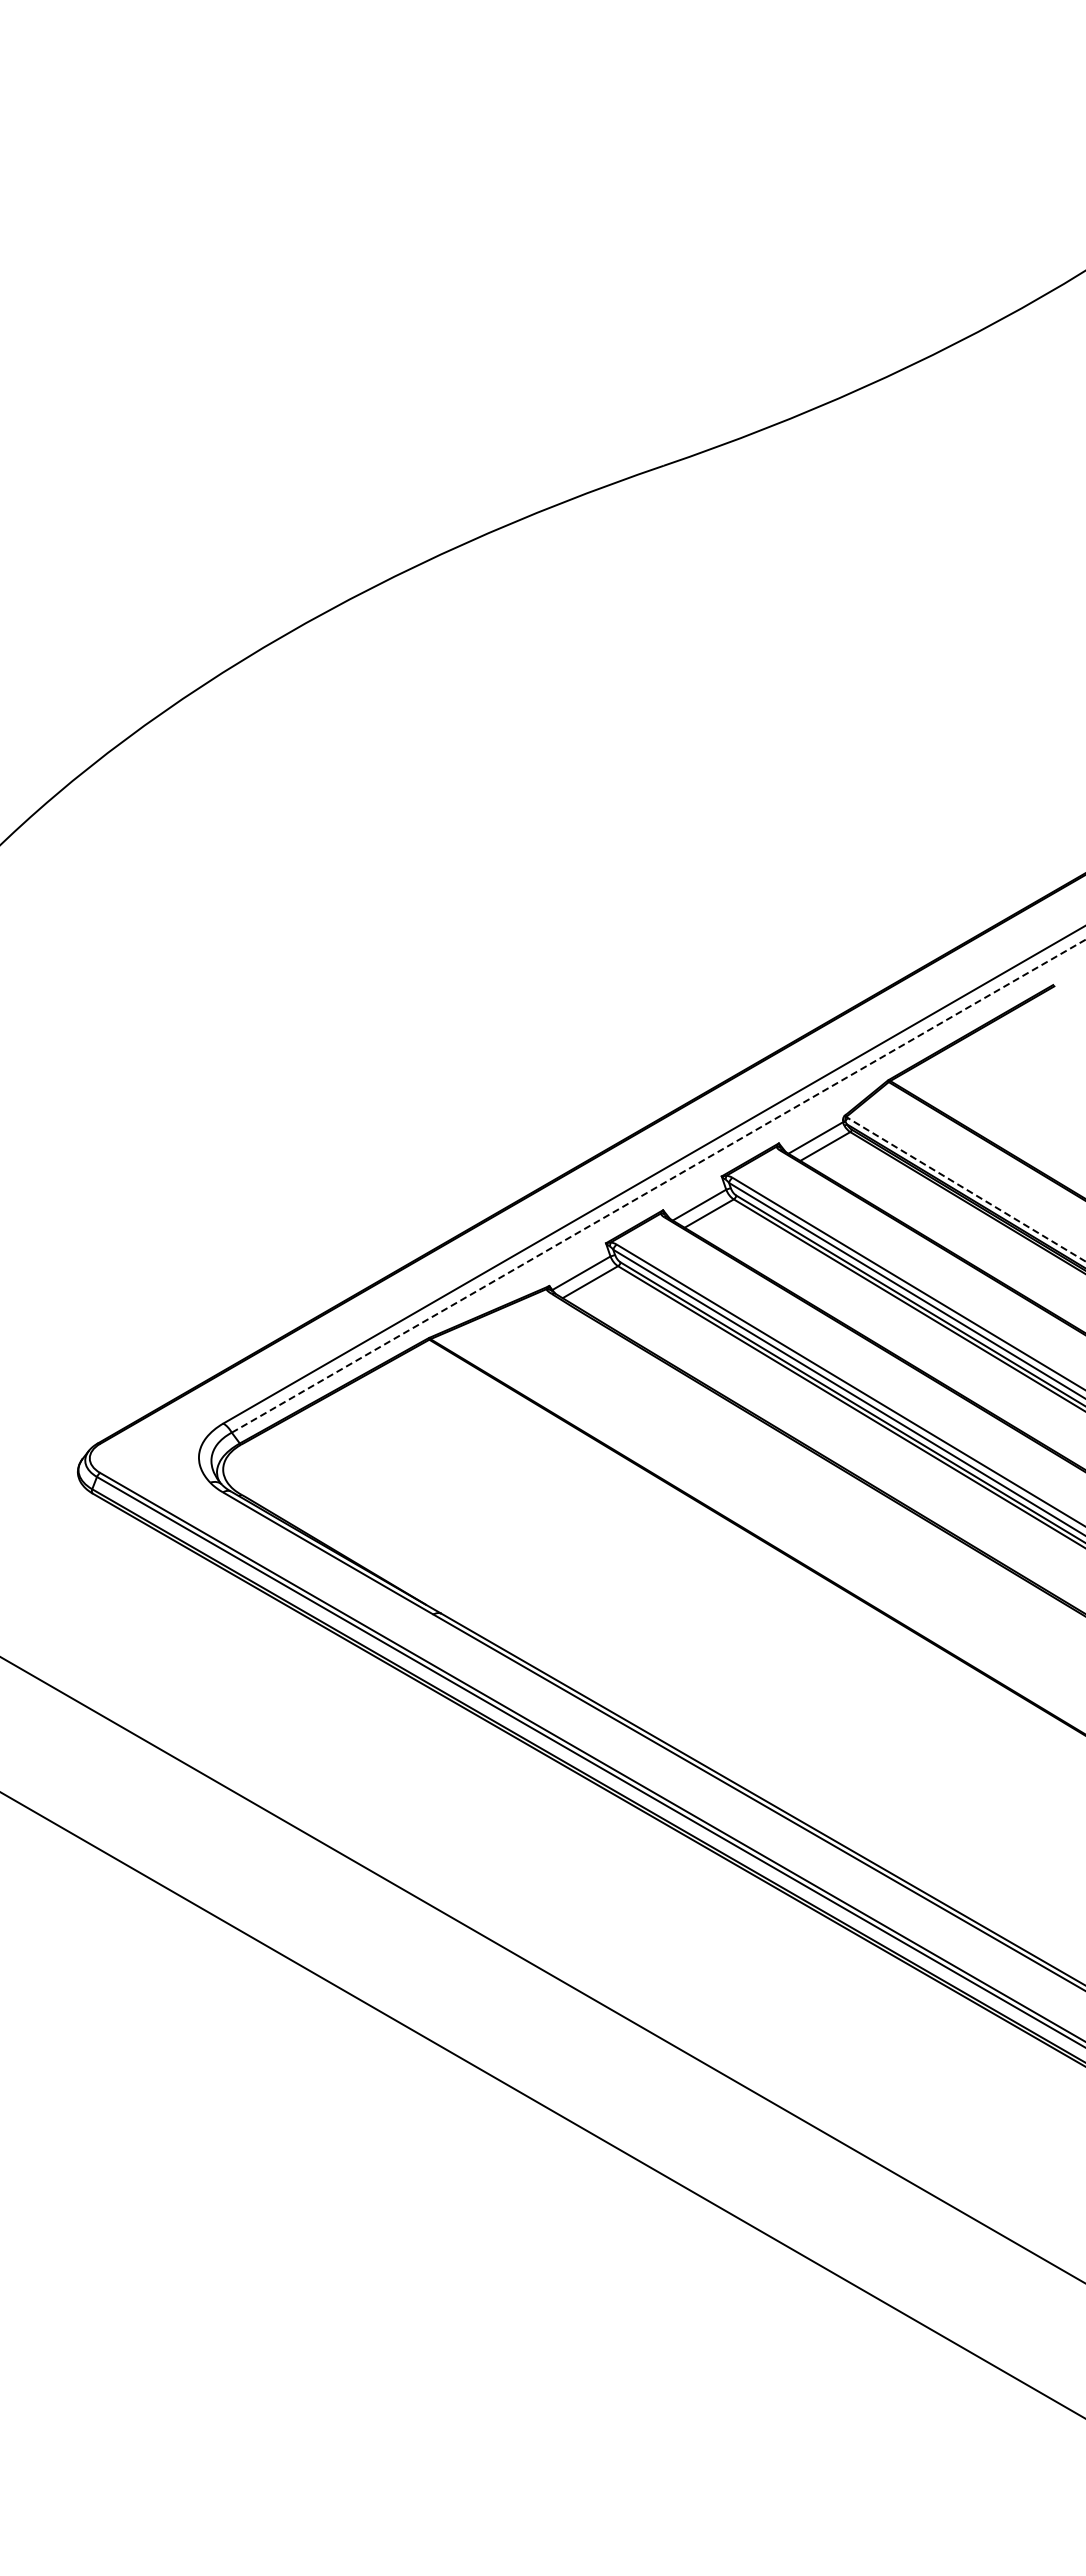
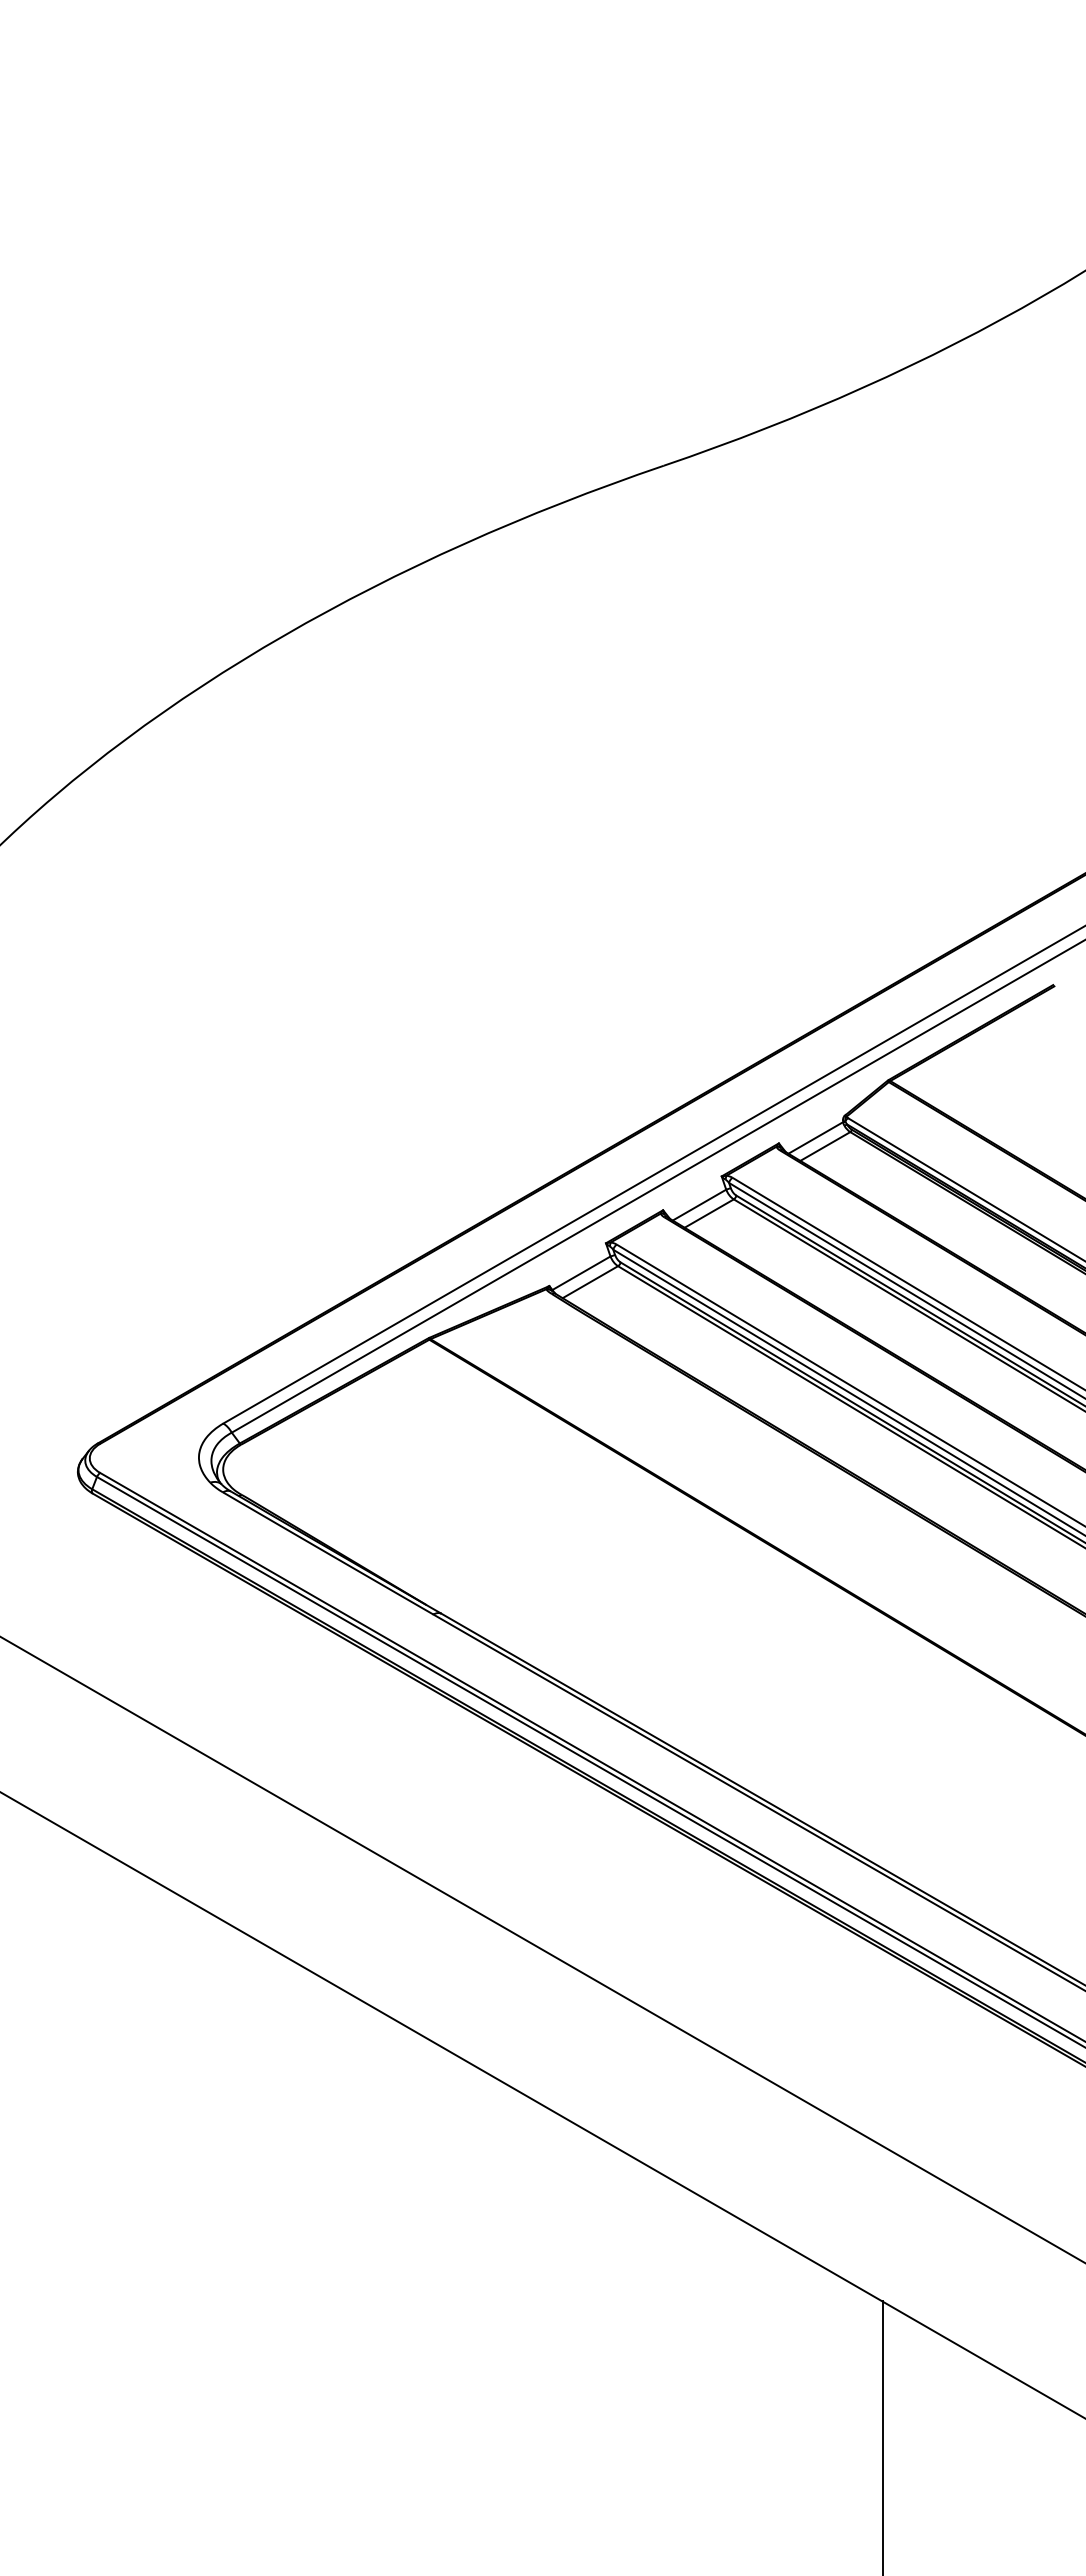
line at (658, 1186): dashed -> solid
line at (966, 1189): dashed -> solid
line at (542, 1969) position: (542, 1969) -> (542, 1949)
line at (882, 2436): none -> present
